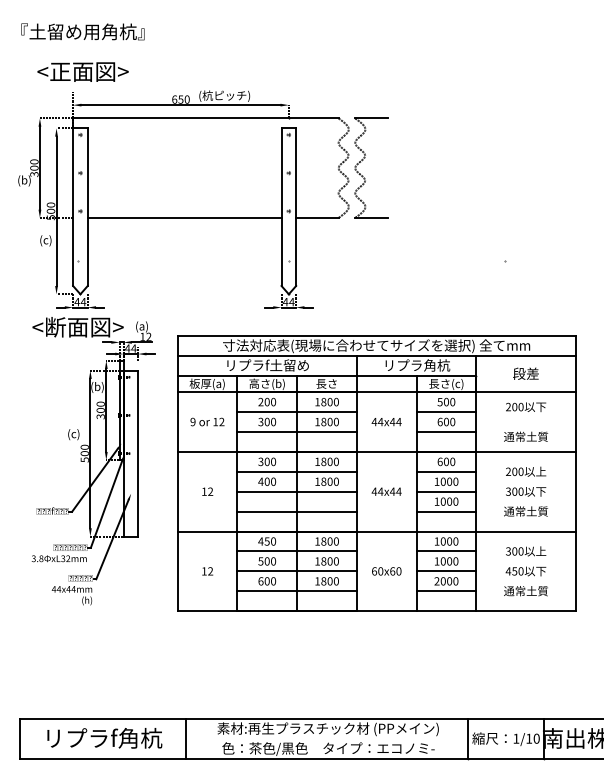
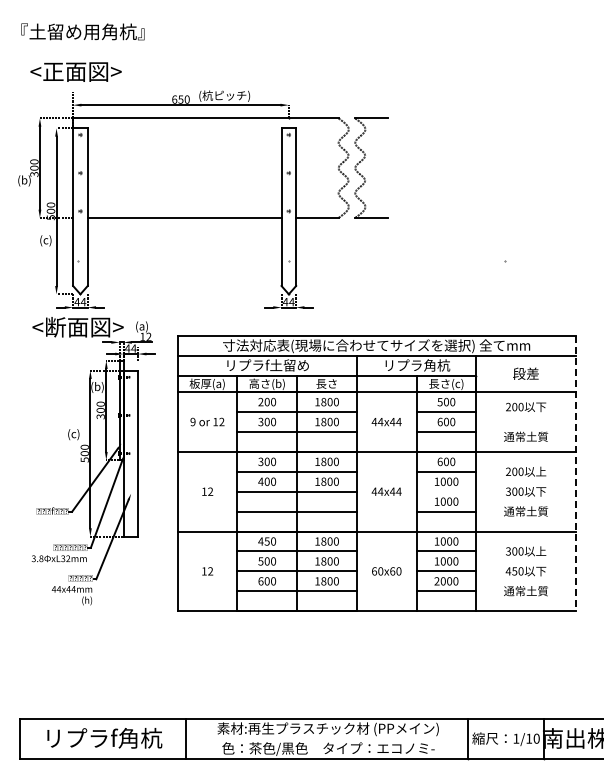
text at (82, 71) position: (82, 71) -> (75, 71)
line at (575, 473): solid -> dashed
line at (446, 491): present -> none
